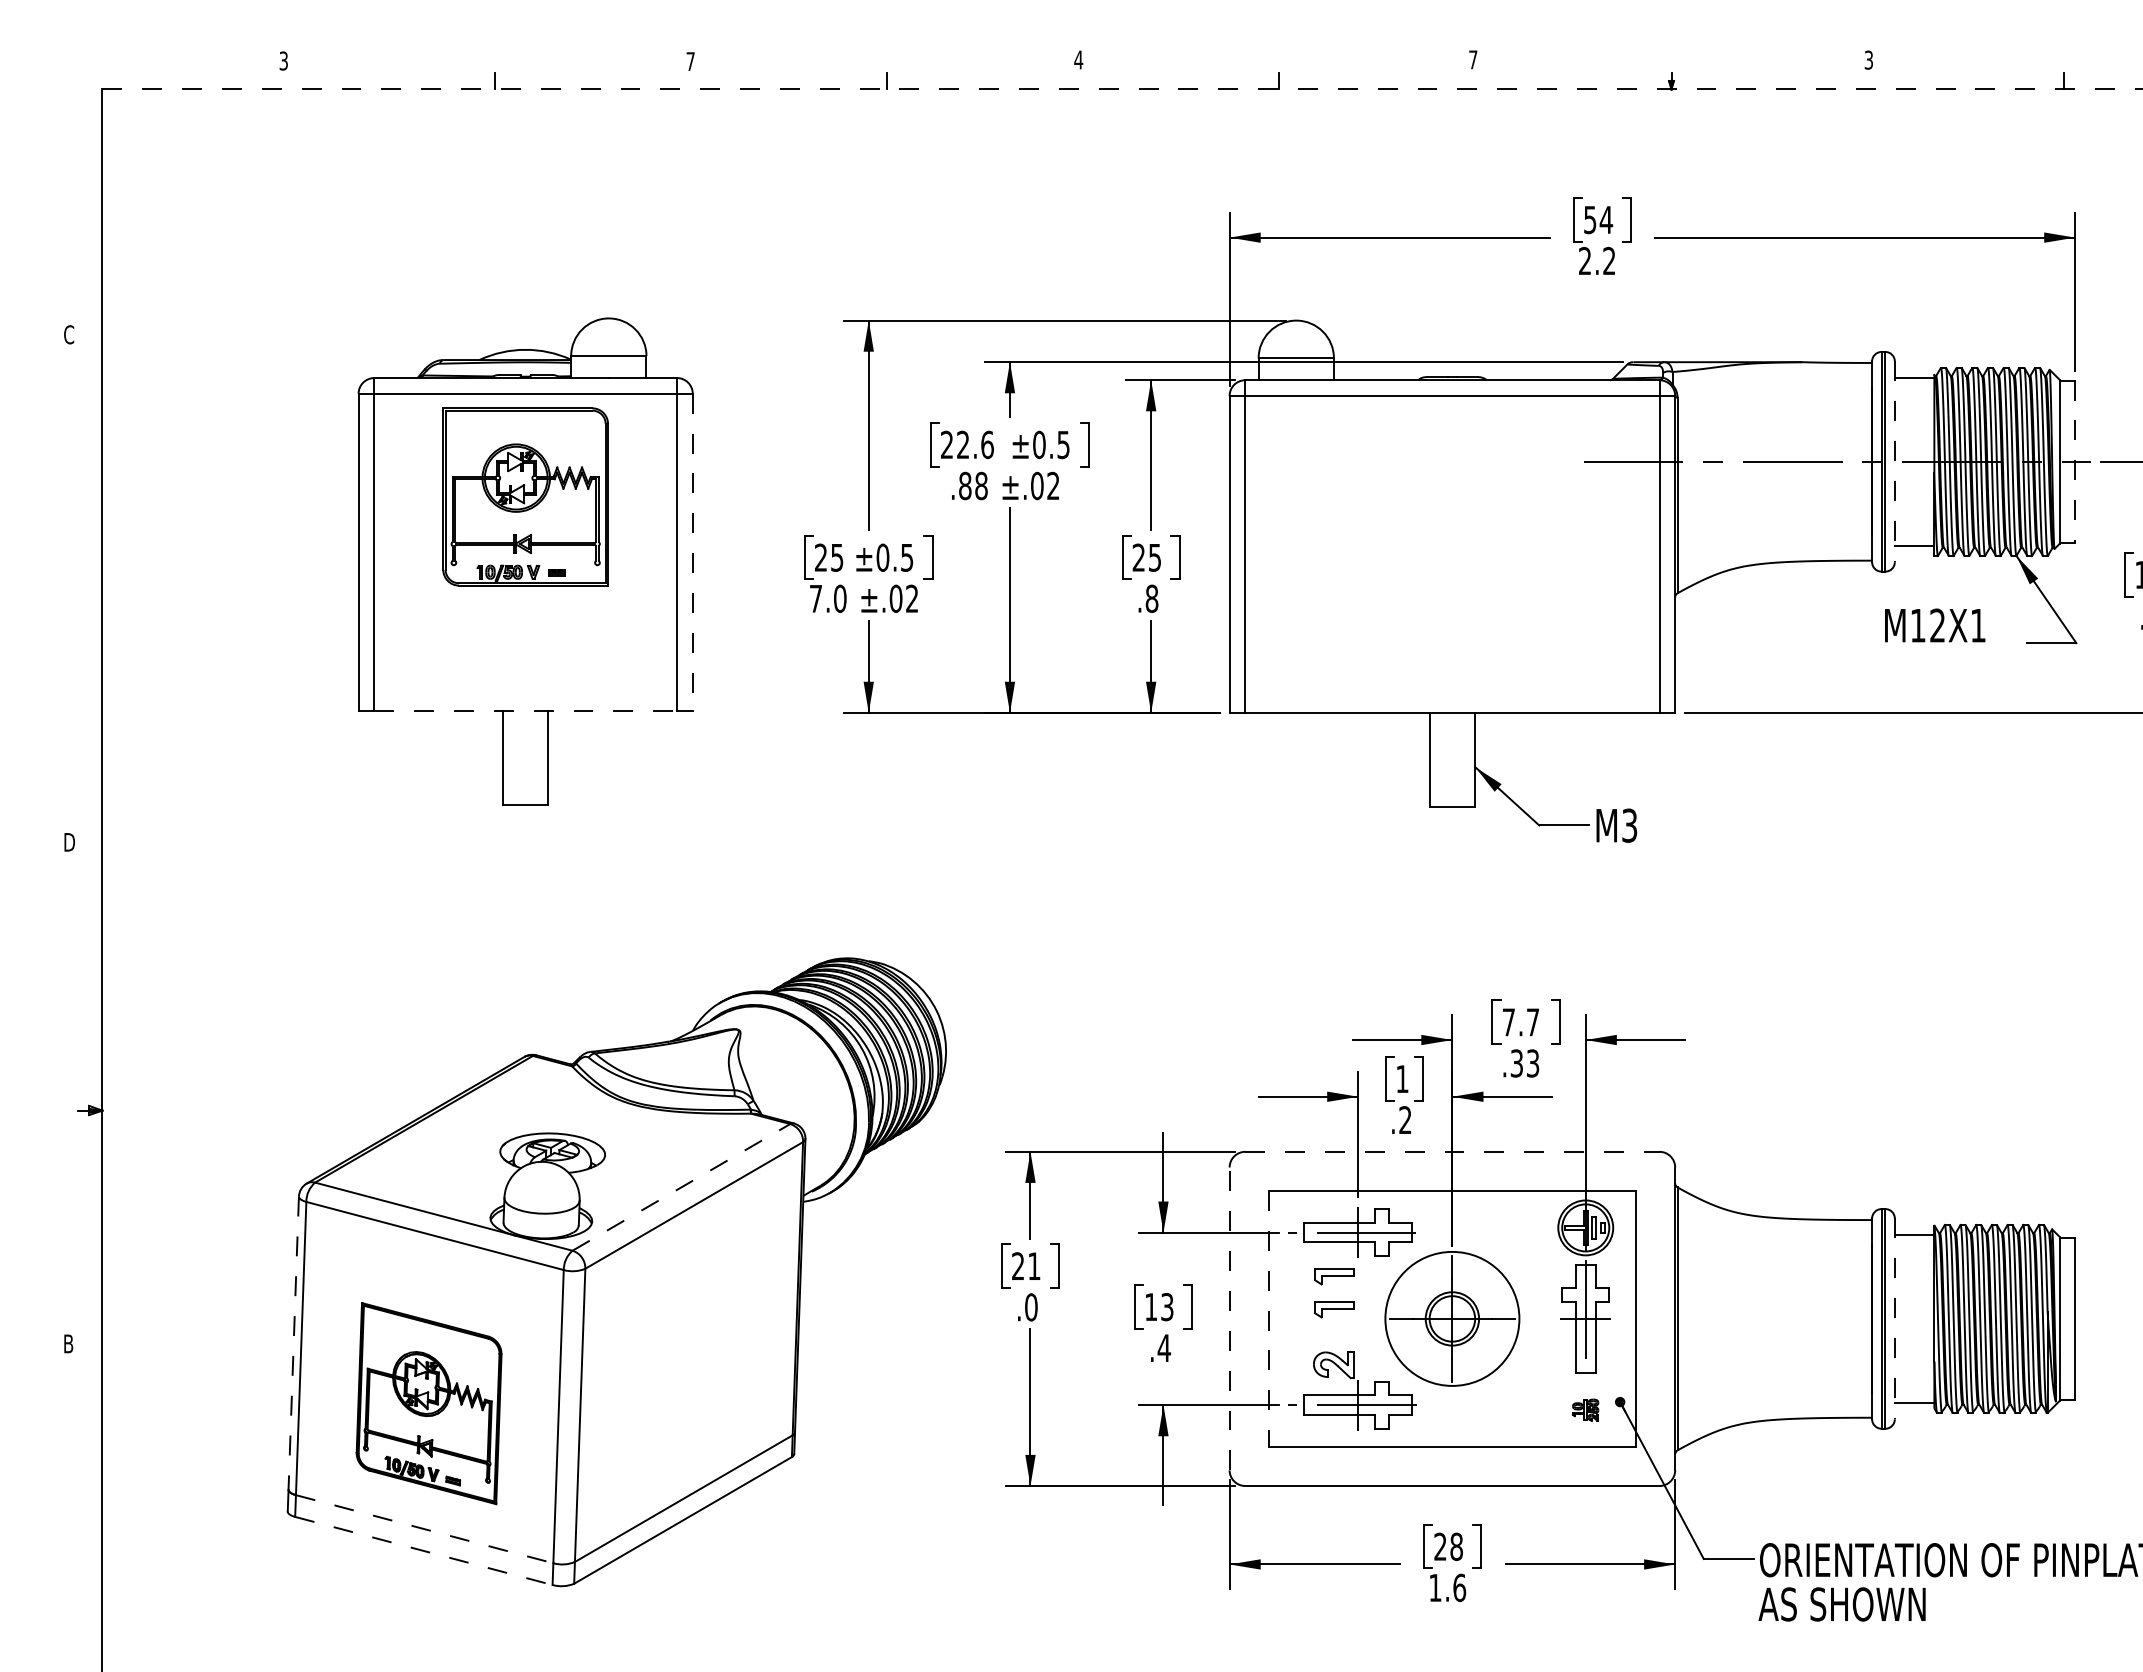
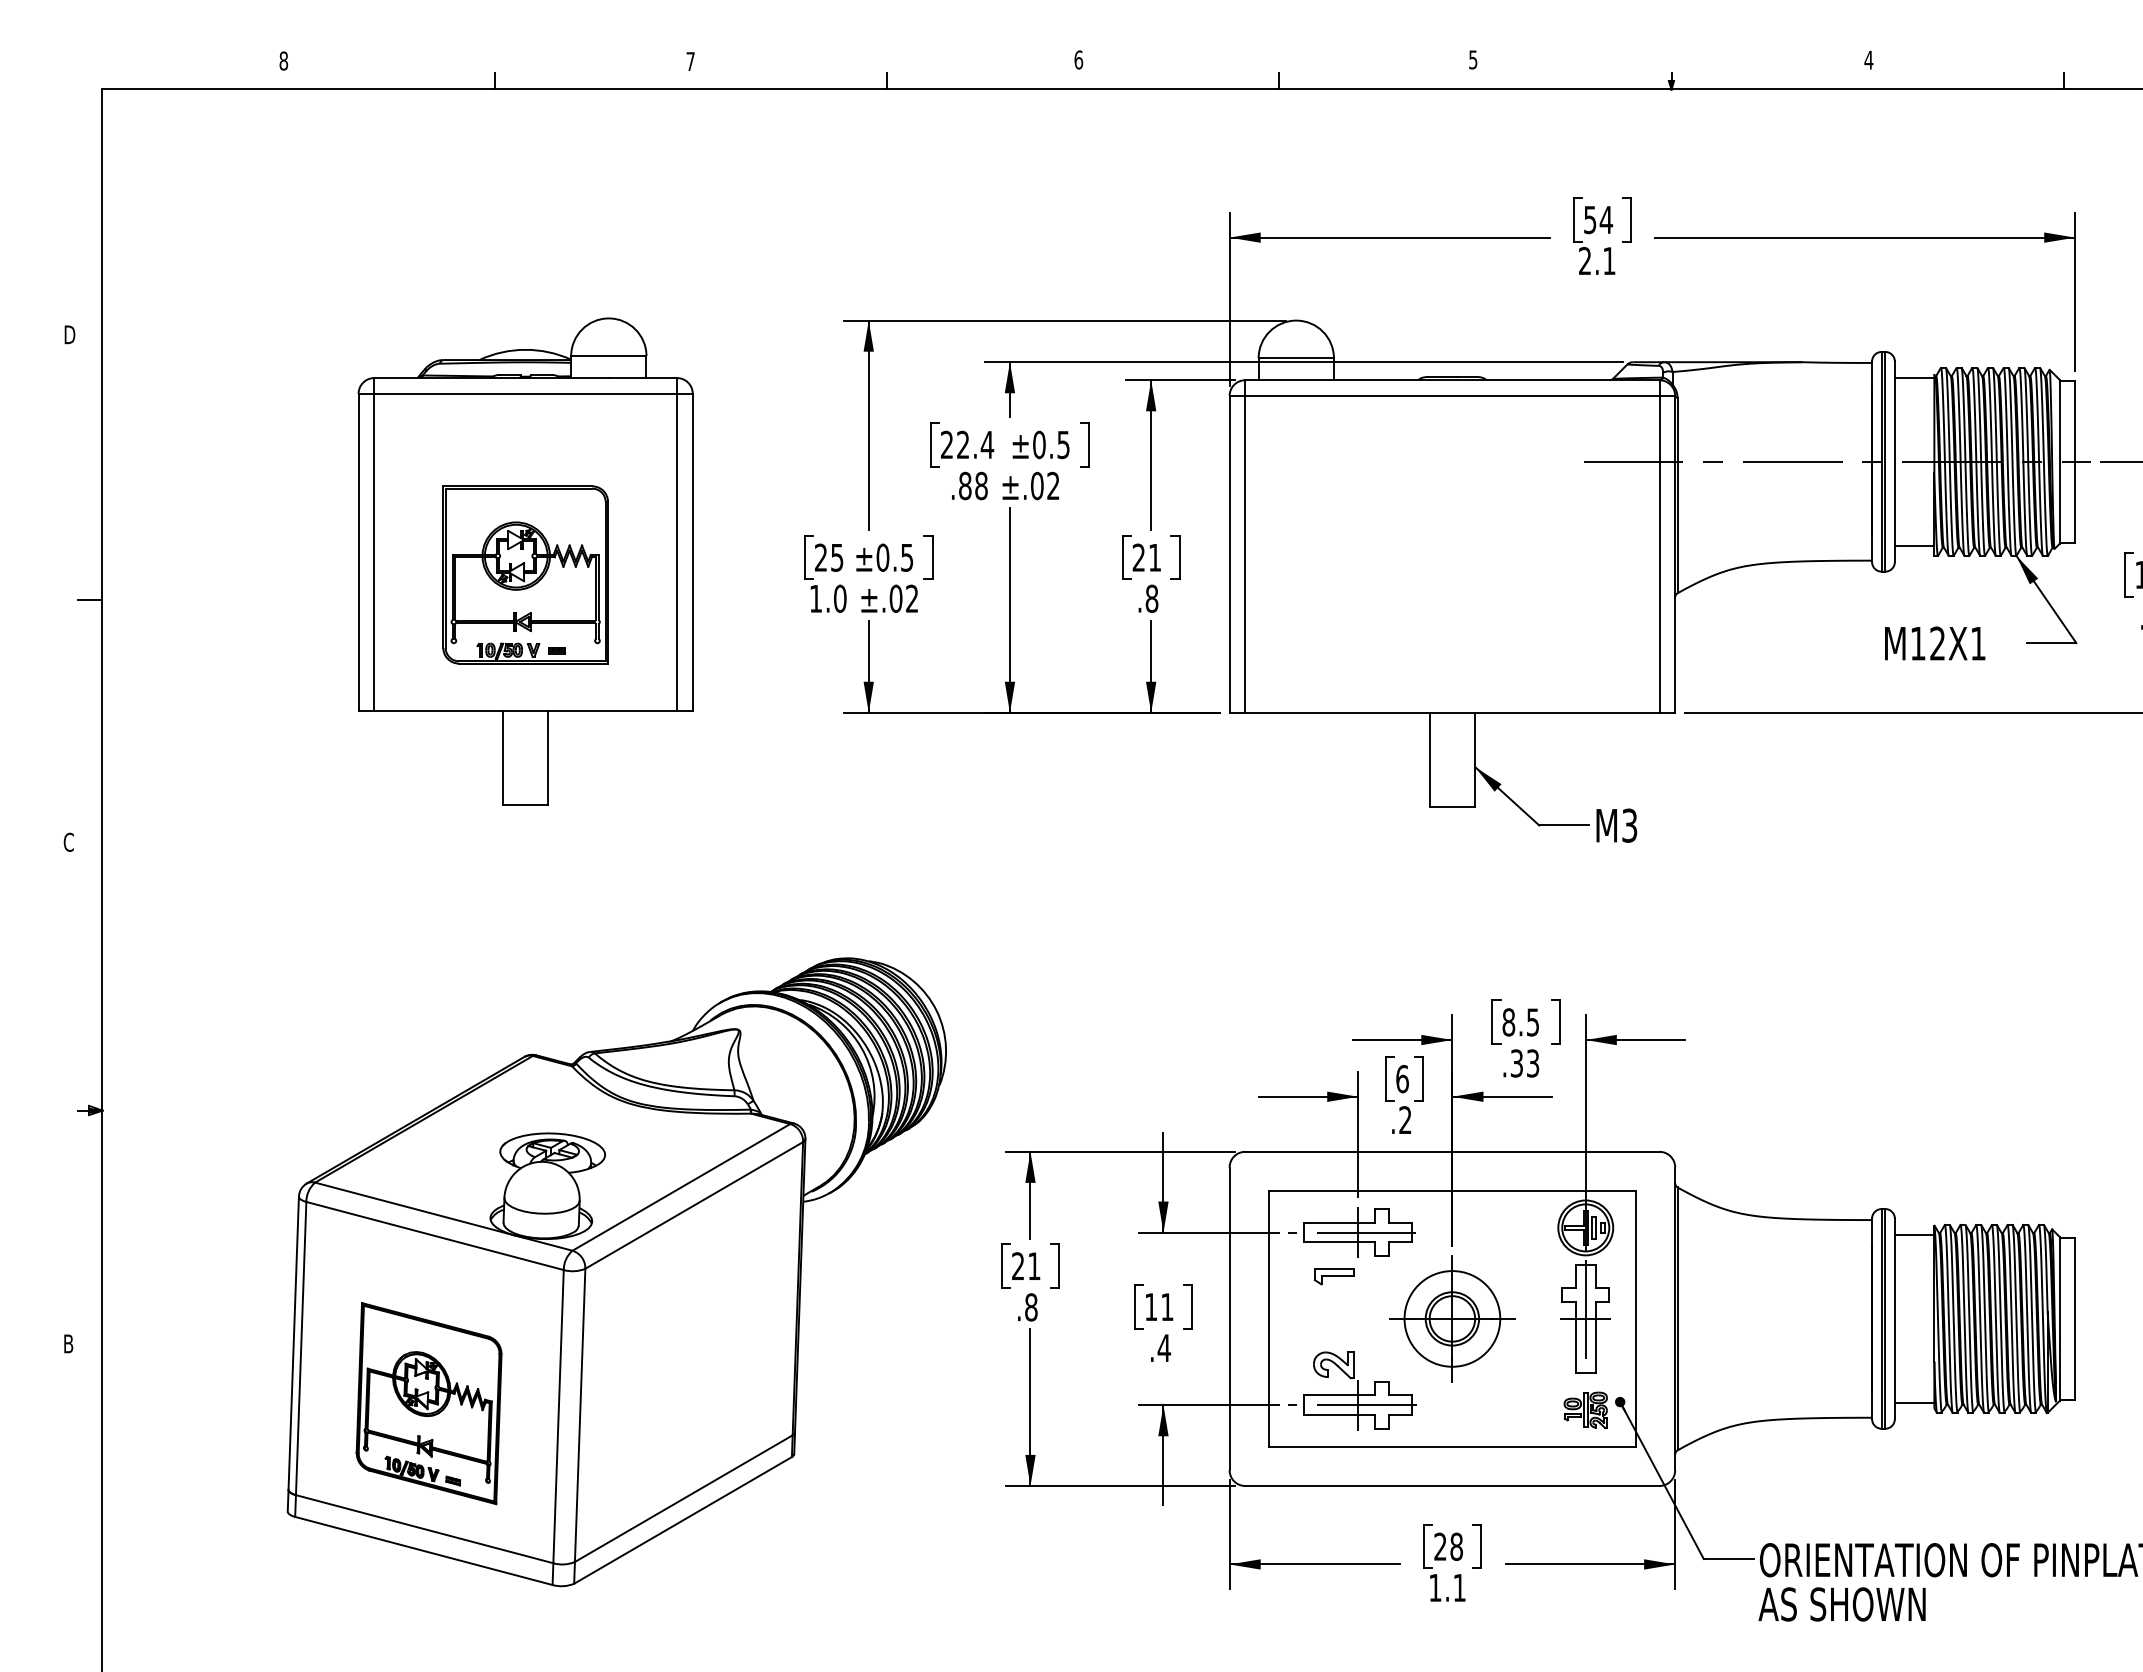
text at (1078, 59): 4 -> 6
text at (1473, 59): 7 -> 5
text at (1868, 59): 3 -> 4
text at (283, 60): 3 -> 8
line at (1123, 89): dashed -> solid
text at (1609, 260): 2.2 -> 2.1
text at (69, 334): C -> D
text at (987, 444): 22.6 -> 22.4
line at (1894, 462): dashed -> solid
line at (2075, 462): dashed -> solid
part at (525, 496) position: (525, 496) -> (525, 574)
line at (692, 552): dashed -> solid
text at (1154, 557): 25 -> 21
text at (815, 598): 7.0 -> 1.0
line at (89, 600): none -> present
text at (1935, 625) position: (1935, 625) -> (1935, 643)
line at (526, 710): dashed -> solid
text at (68, 841): D -> C
text at (1520, 1022): 7.7 -> 8.5
text at (1402, 1079): 1 -> 6
line at (1452, 1151): dashed -> solid
line at (681, 1187): dashed -> solid
text at (1031, 1307): .0 -> .8
text at (1167, 1307): 13 -> 11
part at (1333, 1309): present -> none
line at (1229, 1318): dashed -> solid
line at (1268, 1318): dashed -> solid
circle at (1452, 1318) diameter: 134 px -> 96 px
line at (1894, 1319): dashed -> solid
line at (293, 1343): dashed -> solid
part at (1585, 1409) size: 28x24 px -> 45x38 px
line at (425, 1529): dashed -> solid
line at (424, 1551): dashed -> solid
text at (1459, 1587): 1.6 -> 1.1
